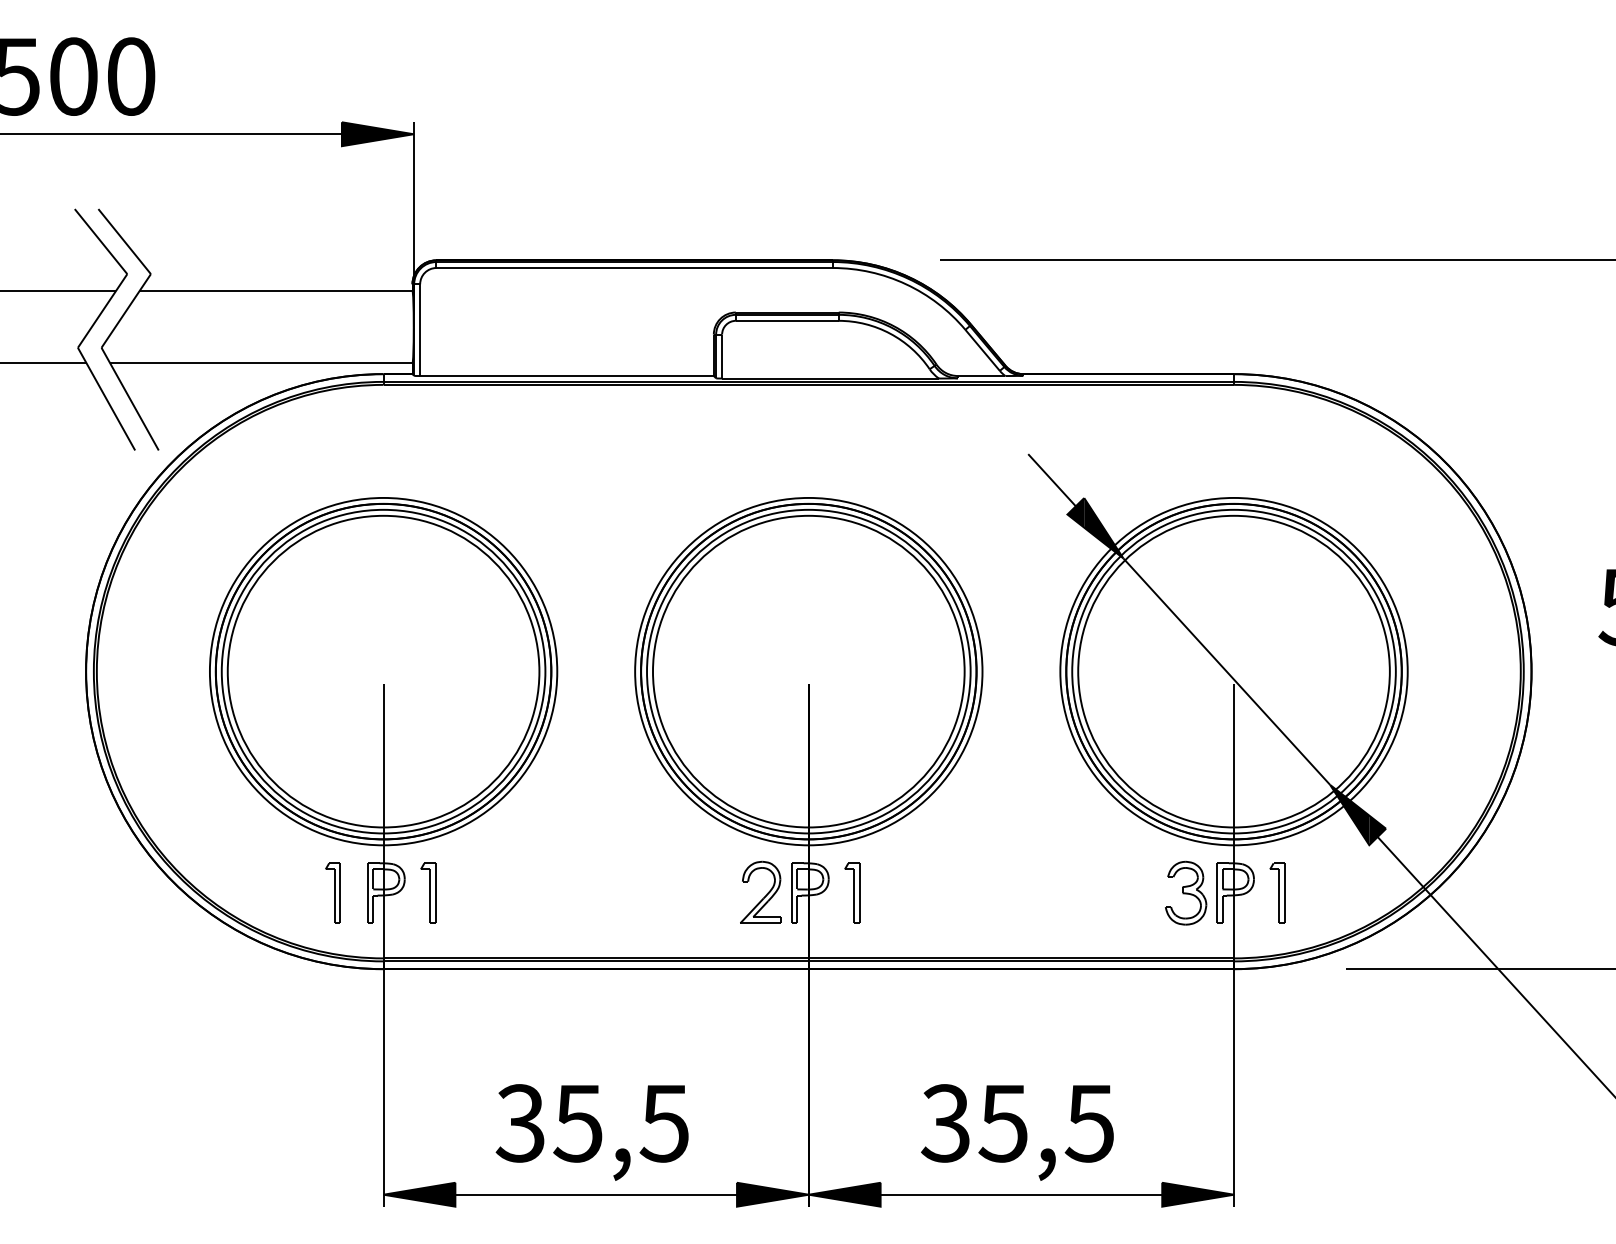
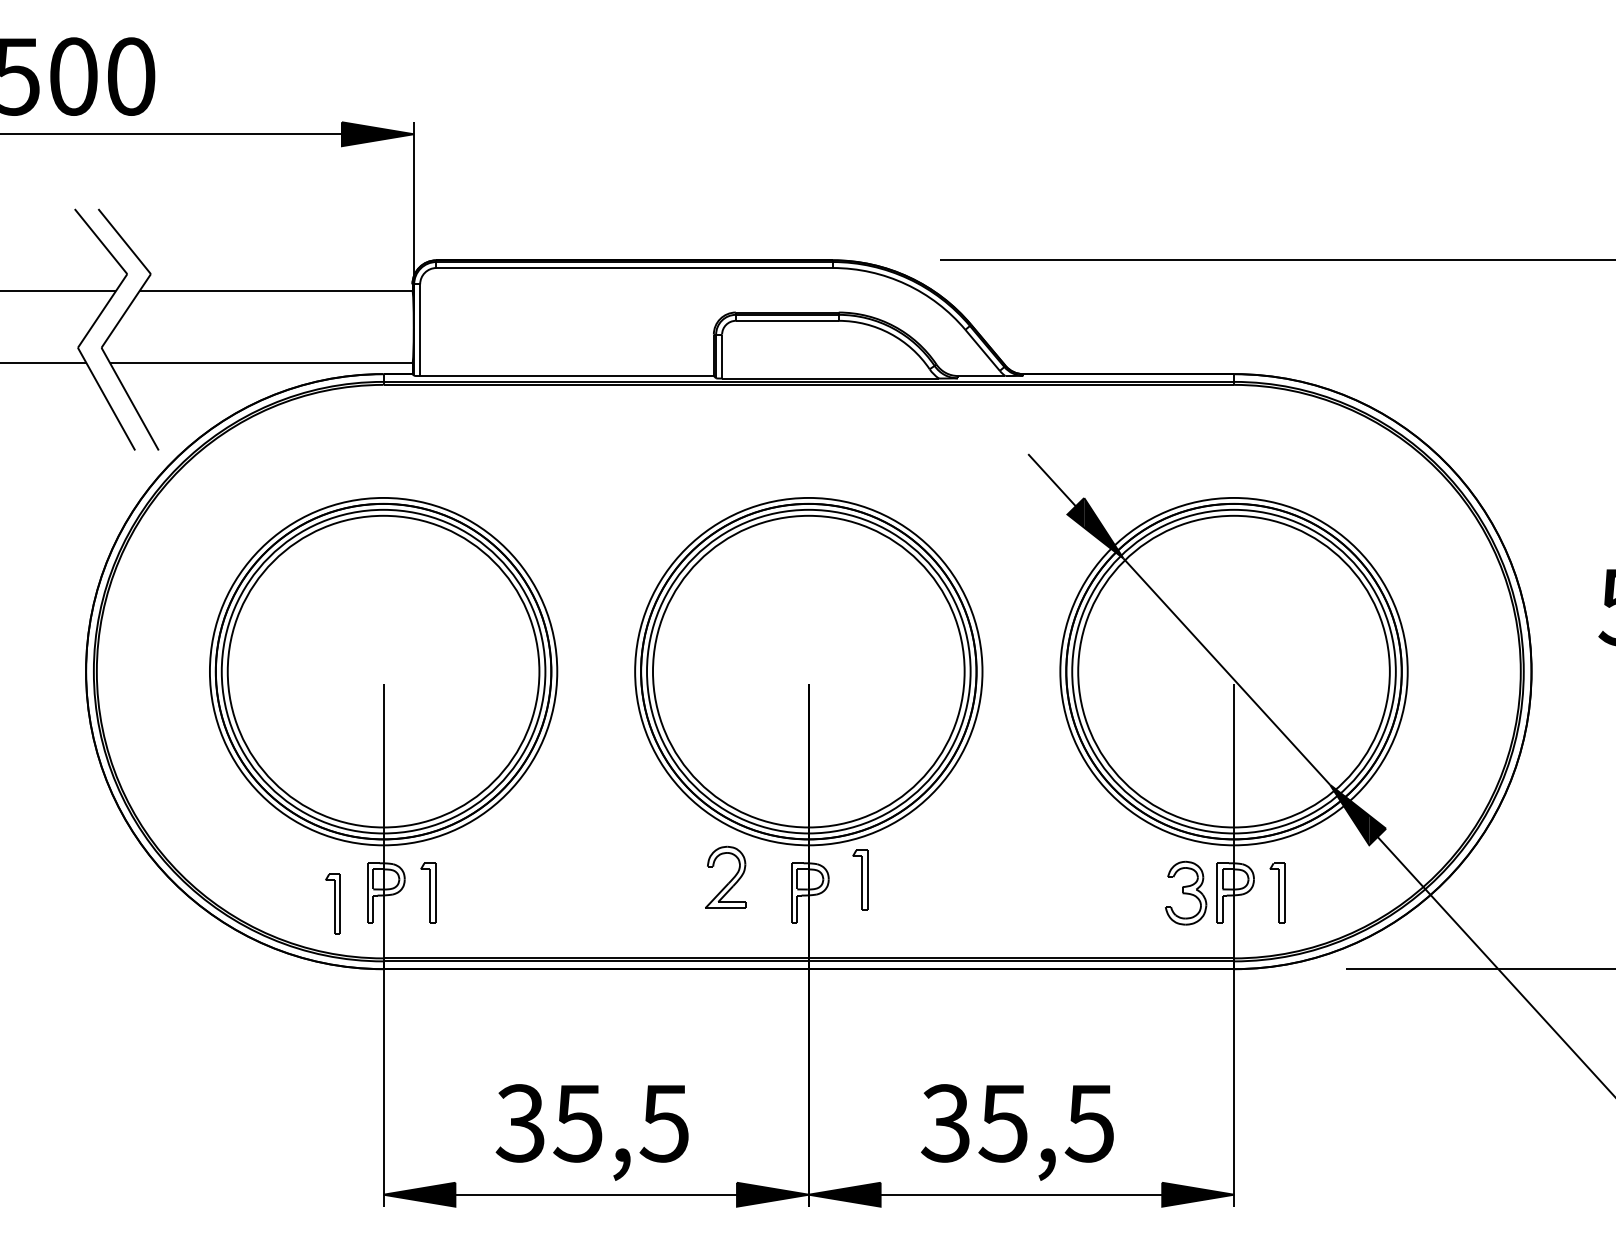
part at (332, 892) position: (332, 892) -> (332, 903)
part at (852, 892) position: (852, 892) -> (860, 879)
part at (765, 895) position: (765, 895) -> (730, 880)
